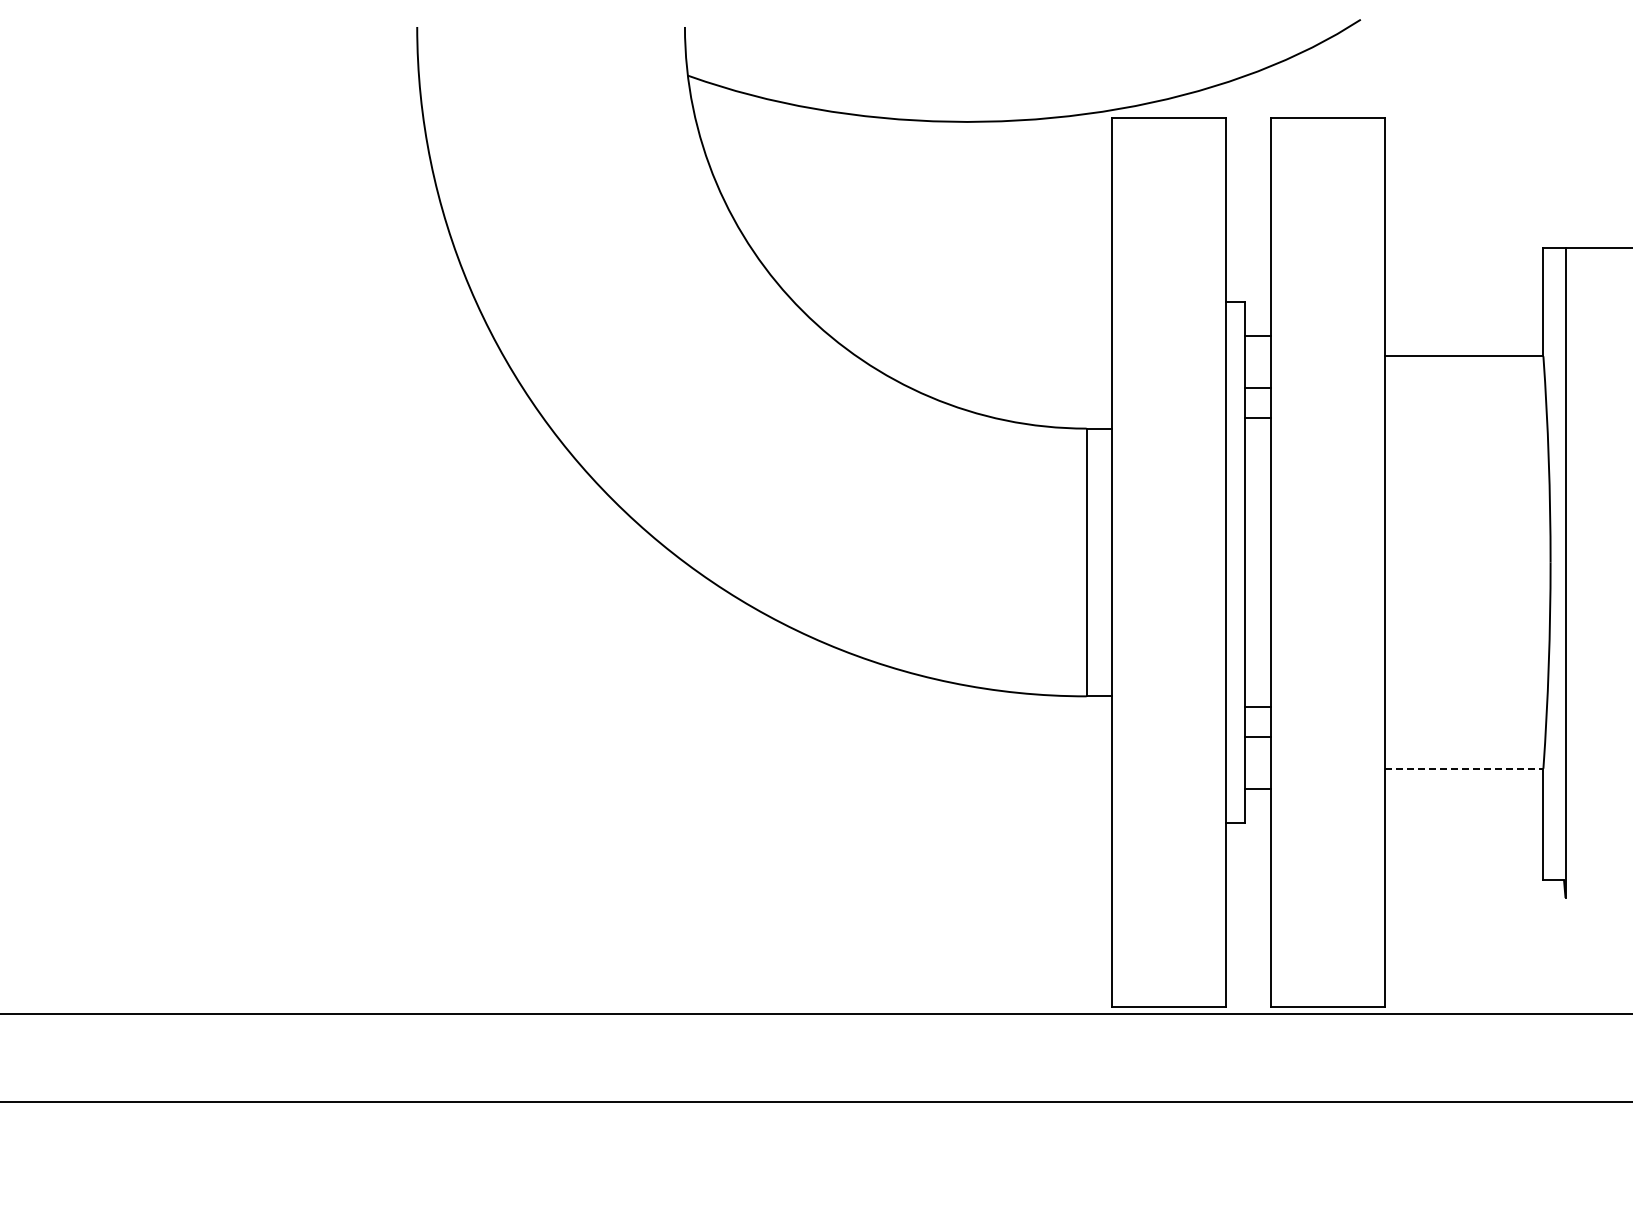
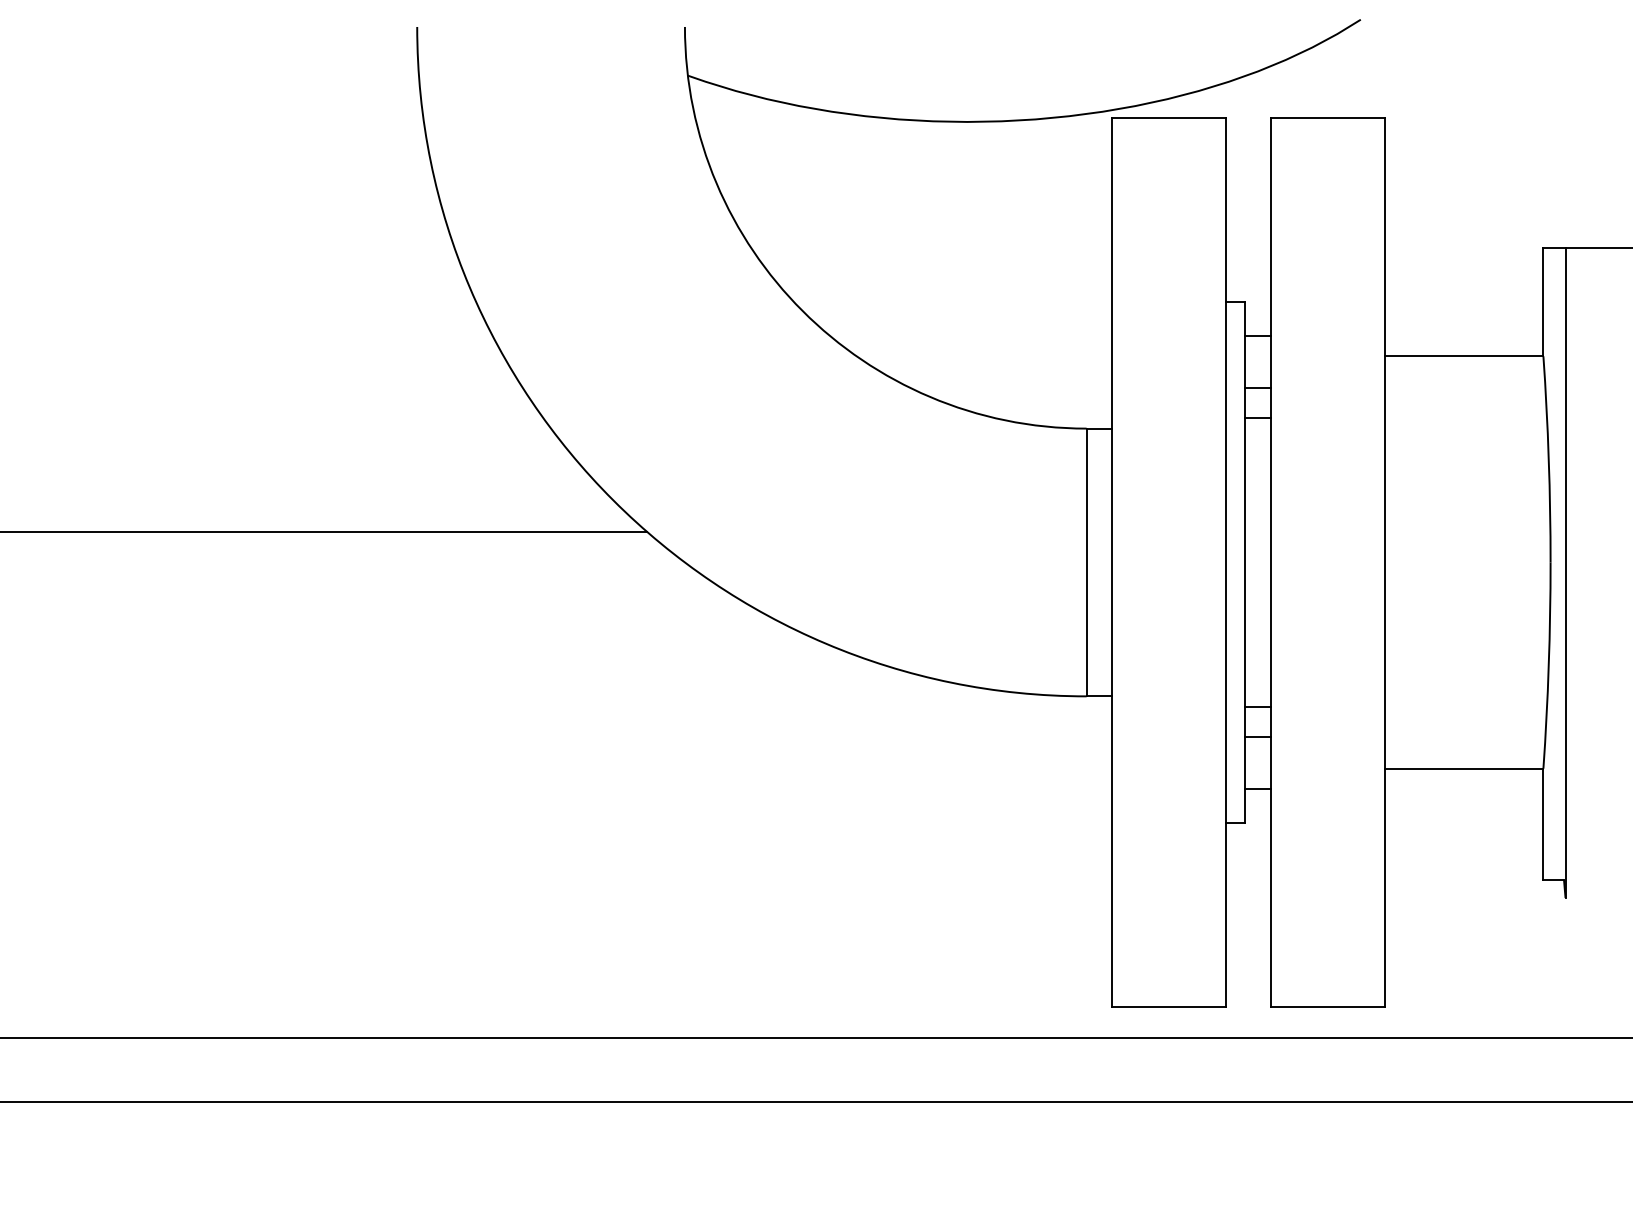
line at (324, 532): none -> present
line at (1464, 768): dashed -> solid
line at (815, 1014) position: (815, 1014) -> (815, 1038)
